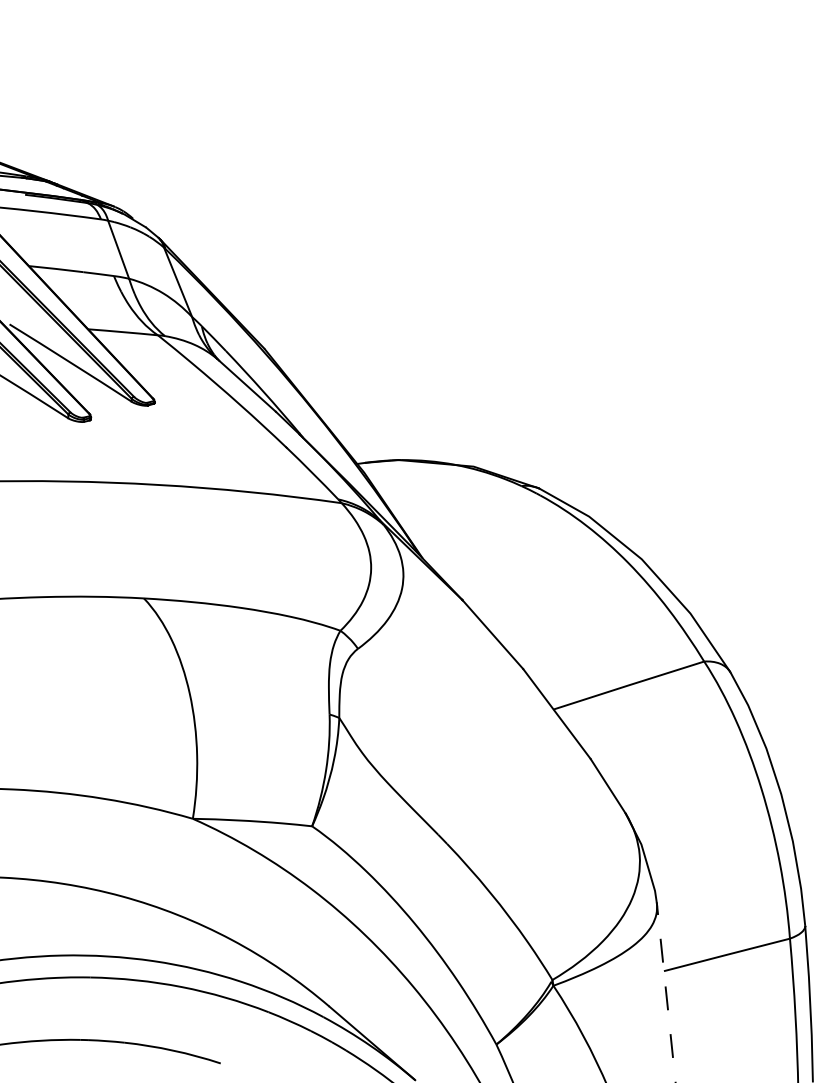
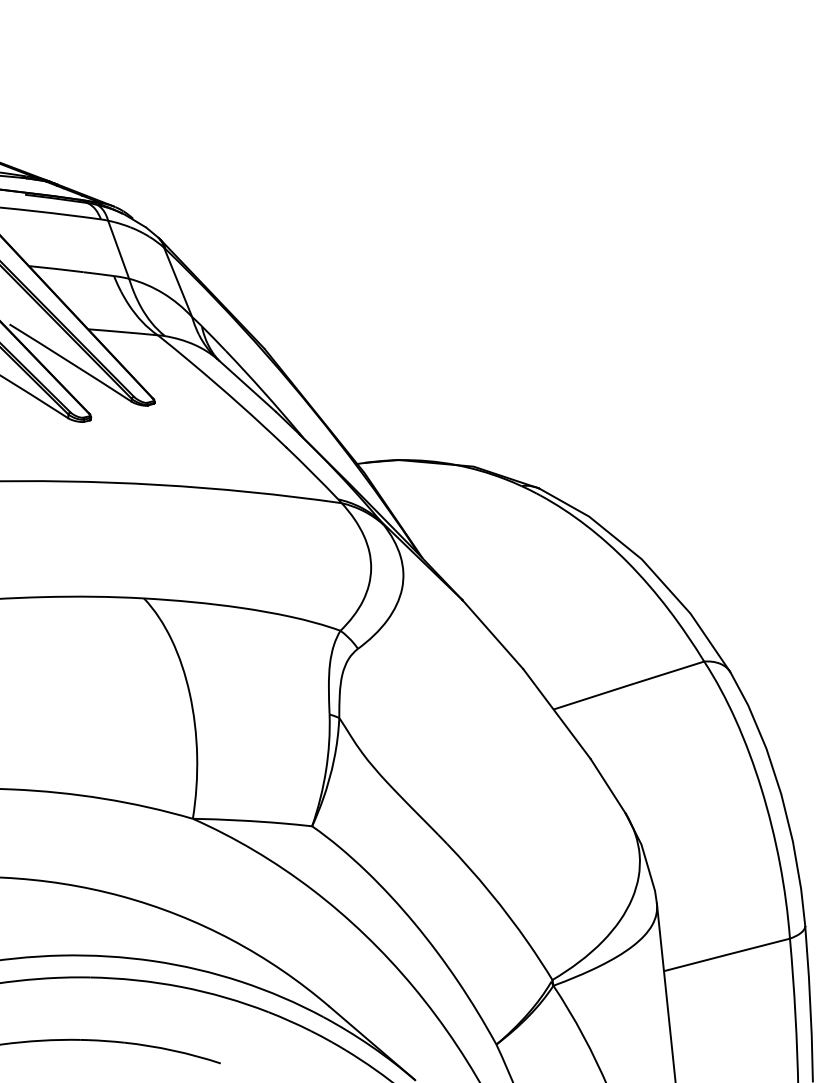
line at (666, 992): dashed -> solid
